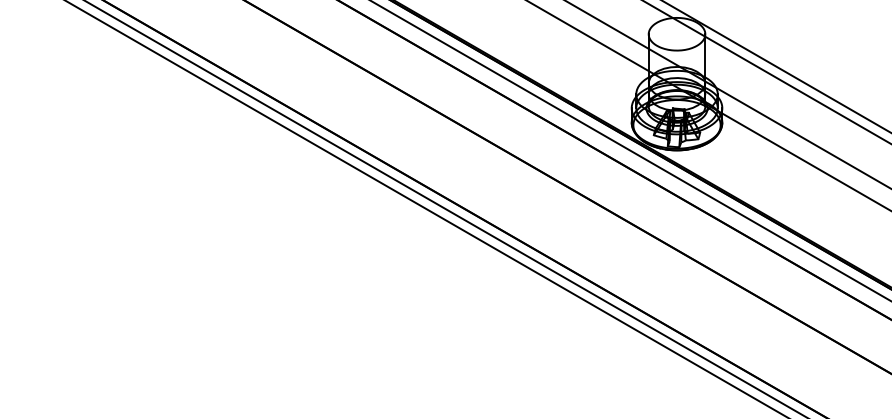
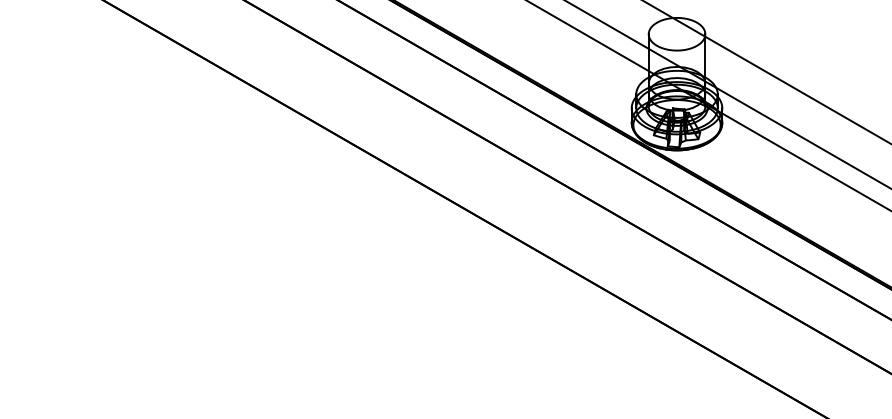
line at (776, 66): present -> none
line at (630, 150): present -> none
line at (425, 208): present -> none
line at (445, 208): present -> none
